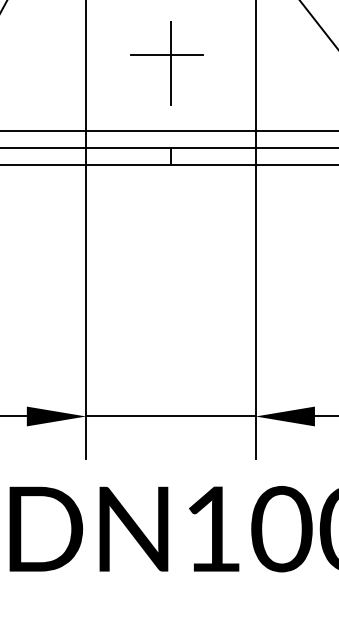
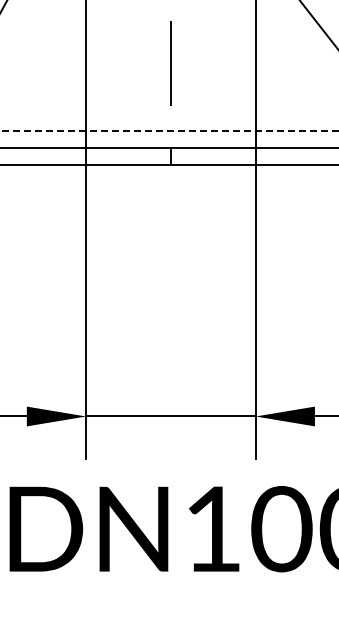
line at (167, 54): present -> none
line at (169, 130): solid -> dashed
